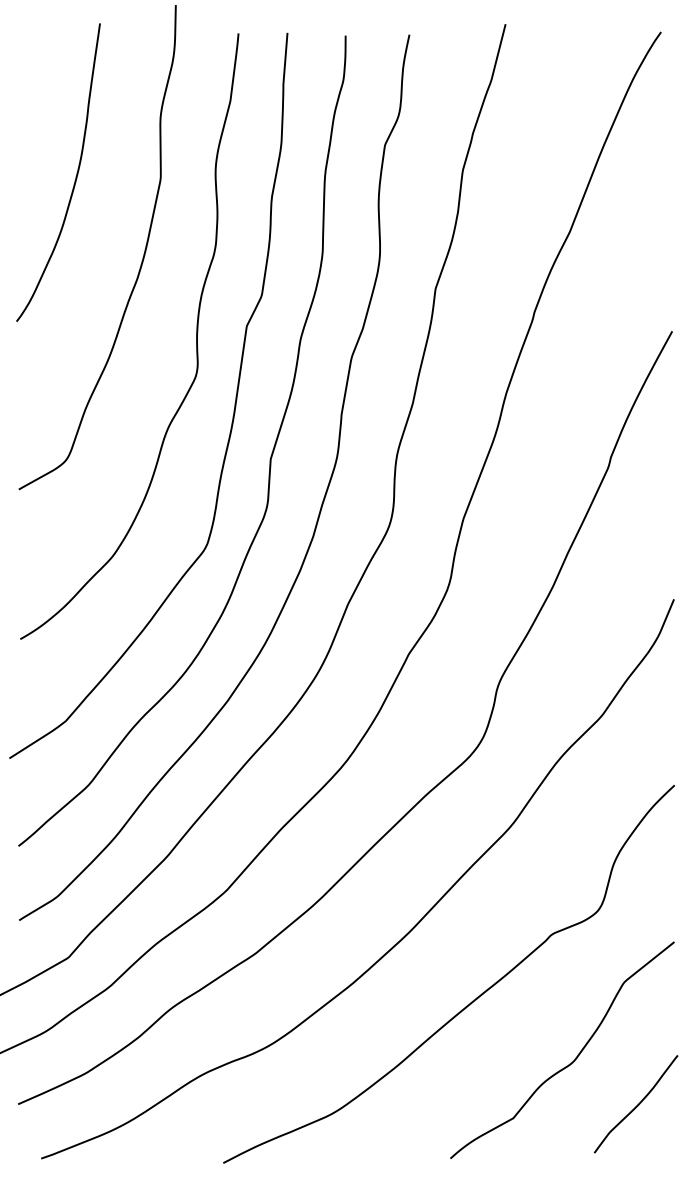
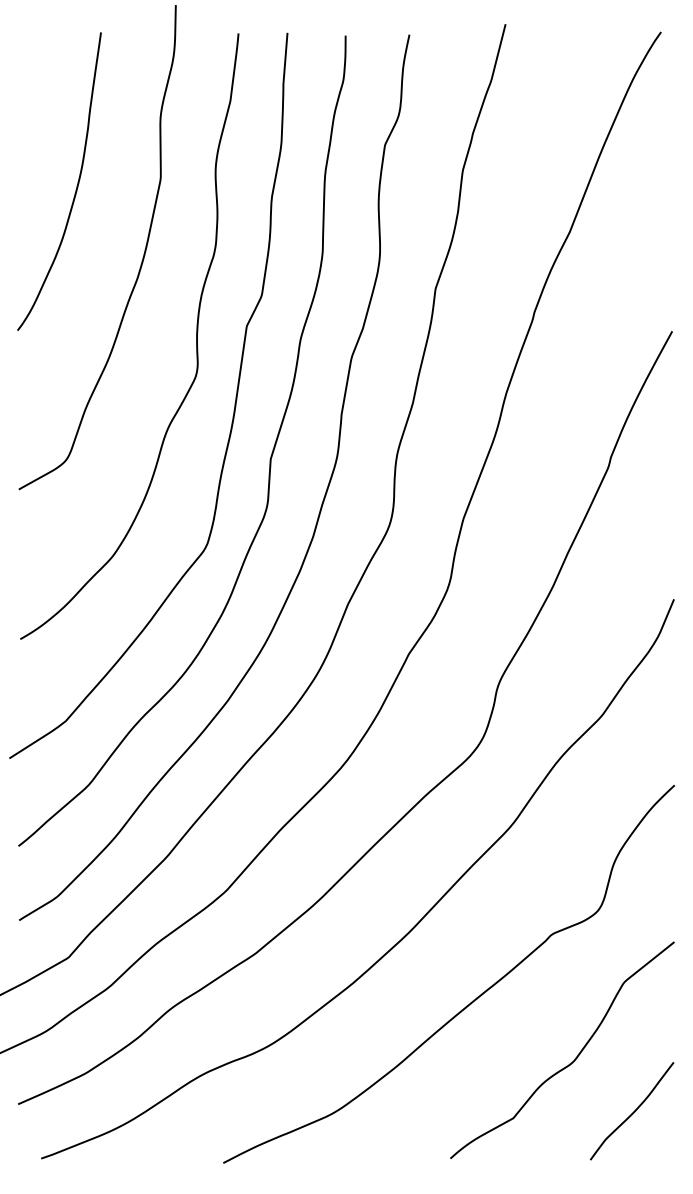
curve at (75, 176) position: (75, 176) -> (76, 185)
curve at (636, 1105) position: (636, 1105) -> (632, 1112)
